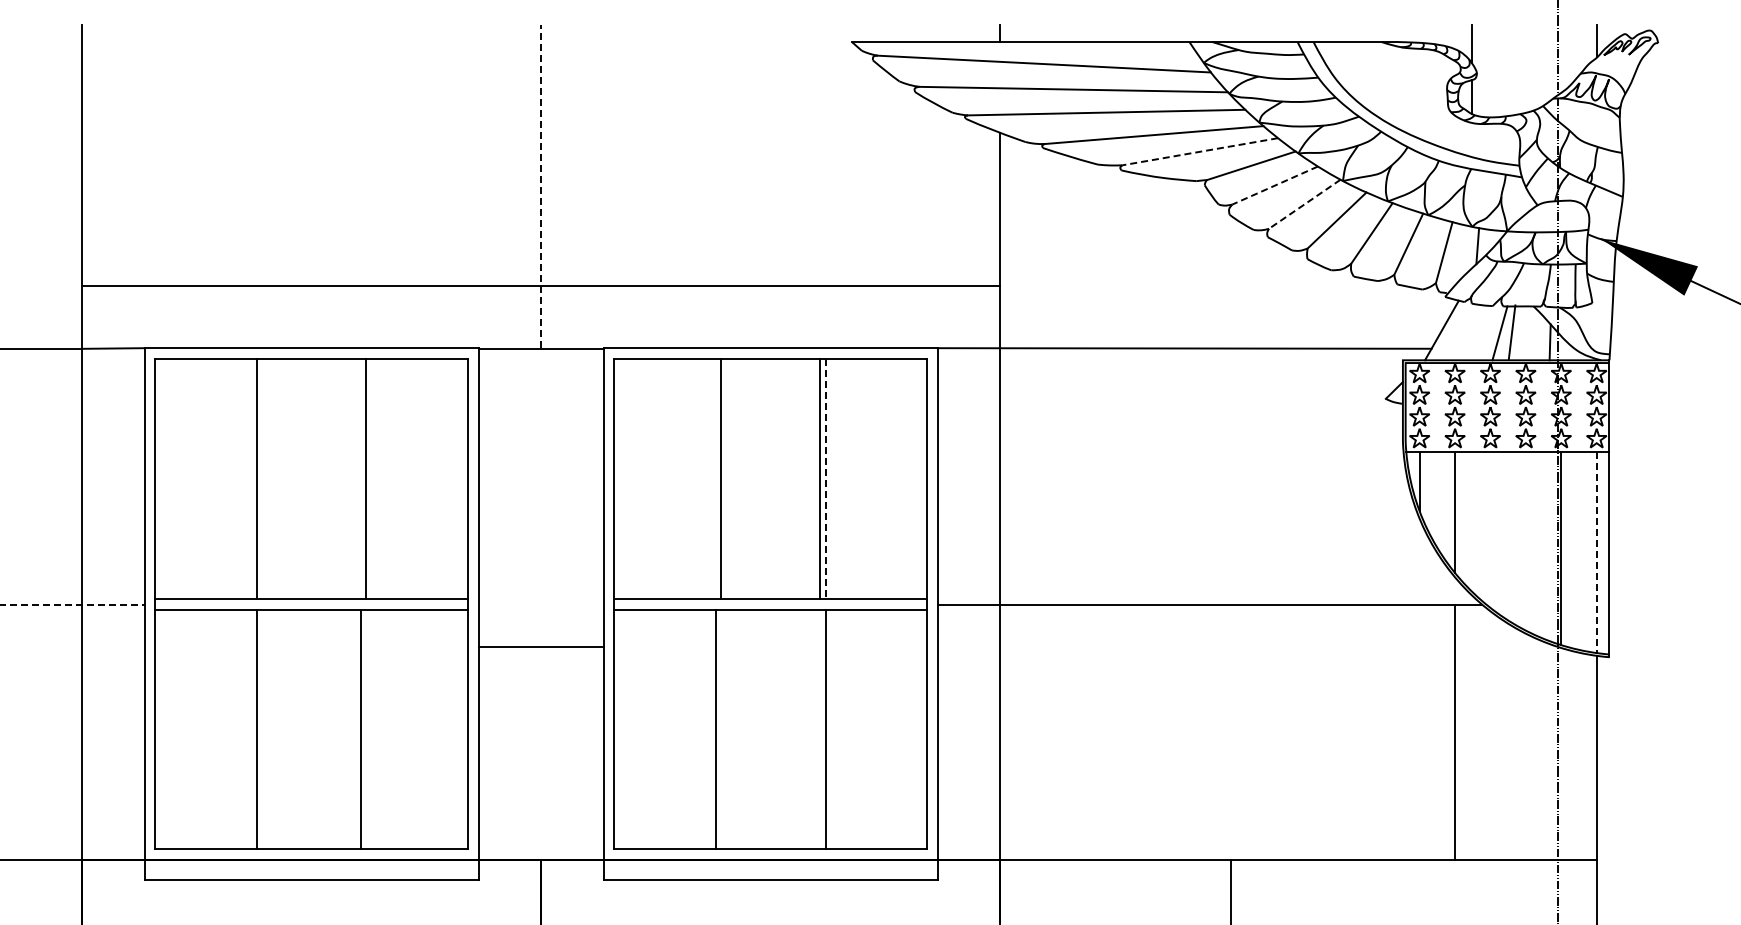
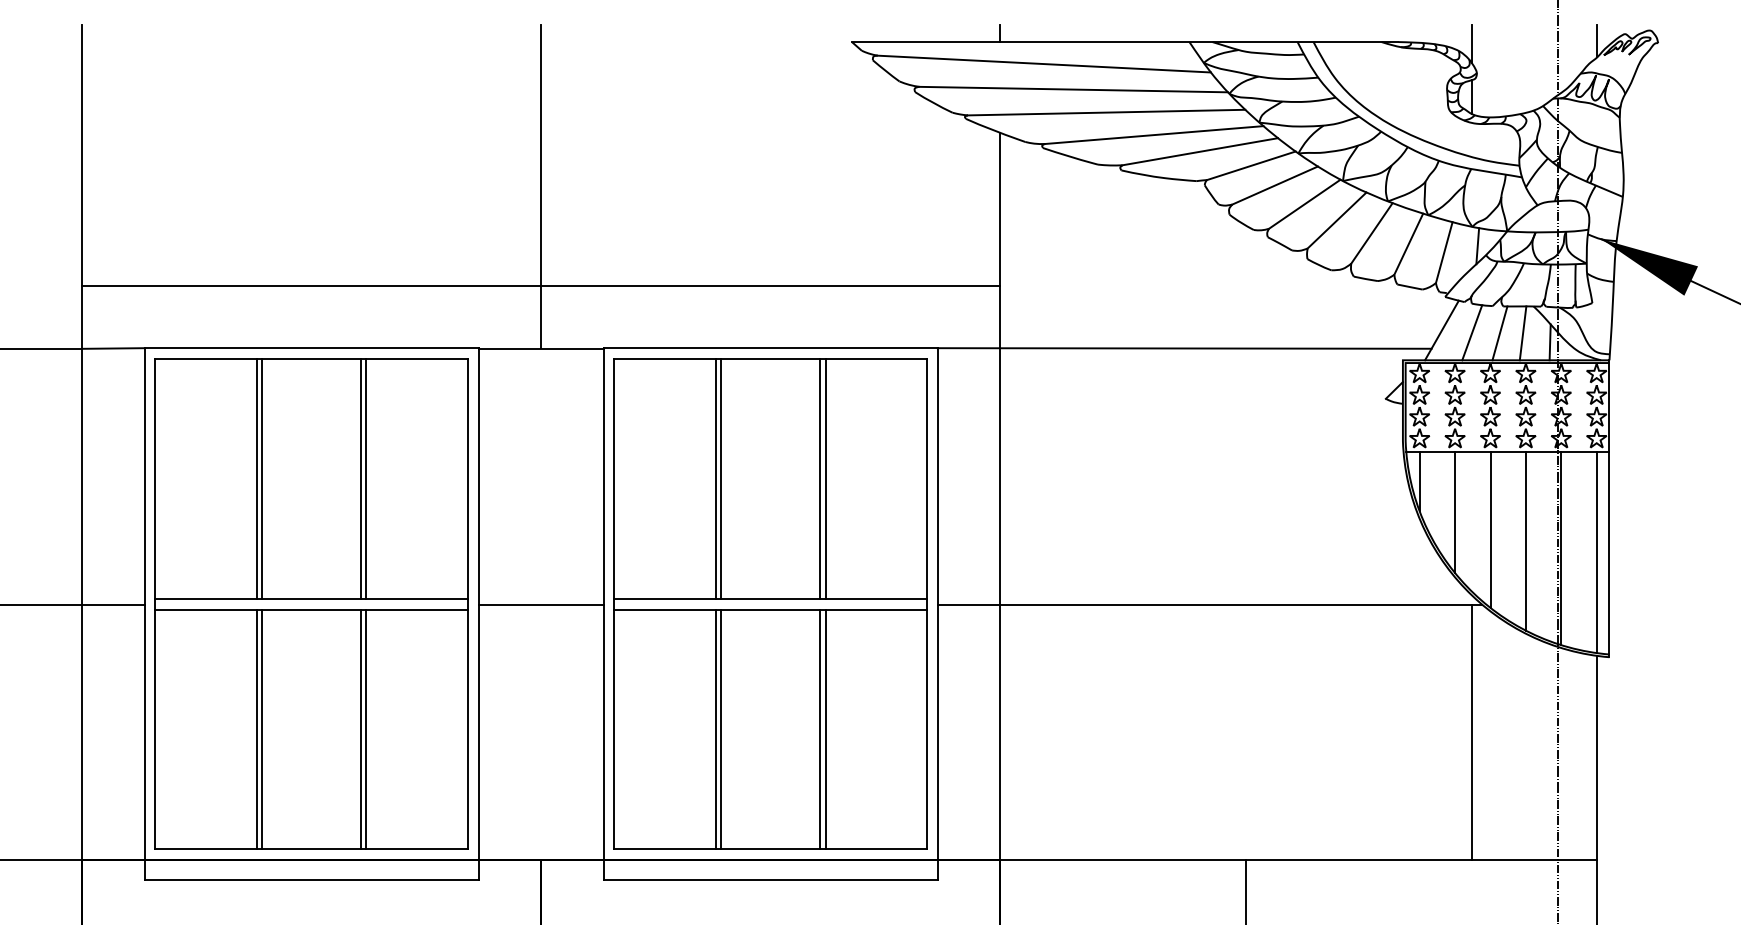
line at (1200, 151): dashed -> solid
line at (1275, 185): dashed -> solid
line at (541, 186): dashed -> solid
line at (1304, 204): dashed -> solid
line at (1472, 332): none -> present
line at (1511, 332) position: (1511, 332) -> (1522, 333)
line at (262, 478): none -> present
line at (361, 478): none -> present
line at (715, 478): none -> present
line at (825, 479): dashed -> solid
line at (1490, 529): none -> present
line at (1525, 541): none -> present
line at (1596, 553): dashed -> solid
line at (72, 604): dashed -> solid
line at (540, 647) position: (540, 647) -> (540, 605)
line at (262, 729): none -> present
line at (366, 729): none -> present
line at (721, 729): none -> present
line at (820, 729): none -> present
line at (1455, 732) position: (1455, 732) -> (1472, 732)
line at (1230, 890) position: (1230, 890) -> (1245, 890)
